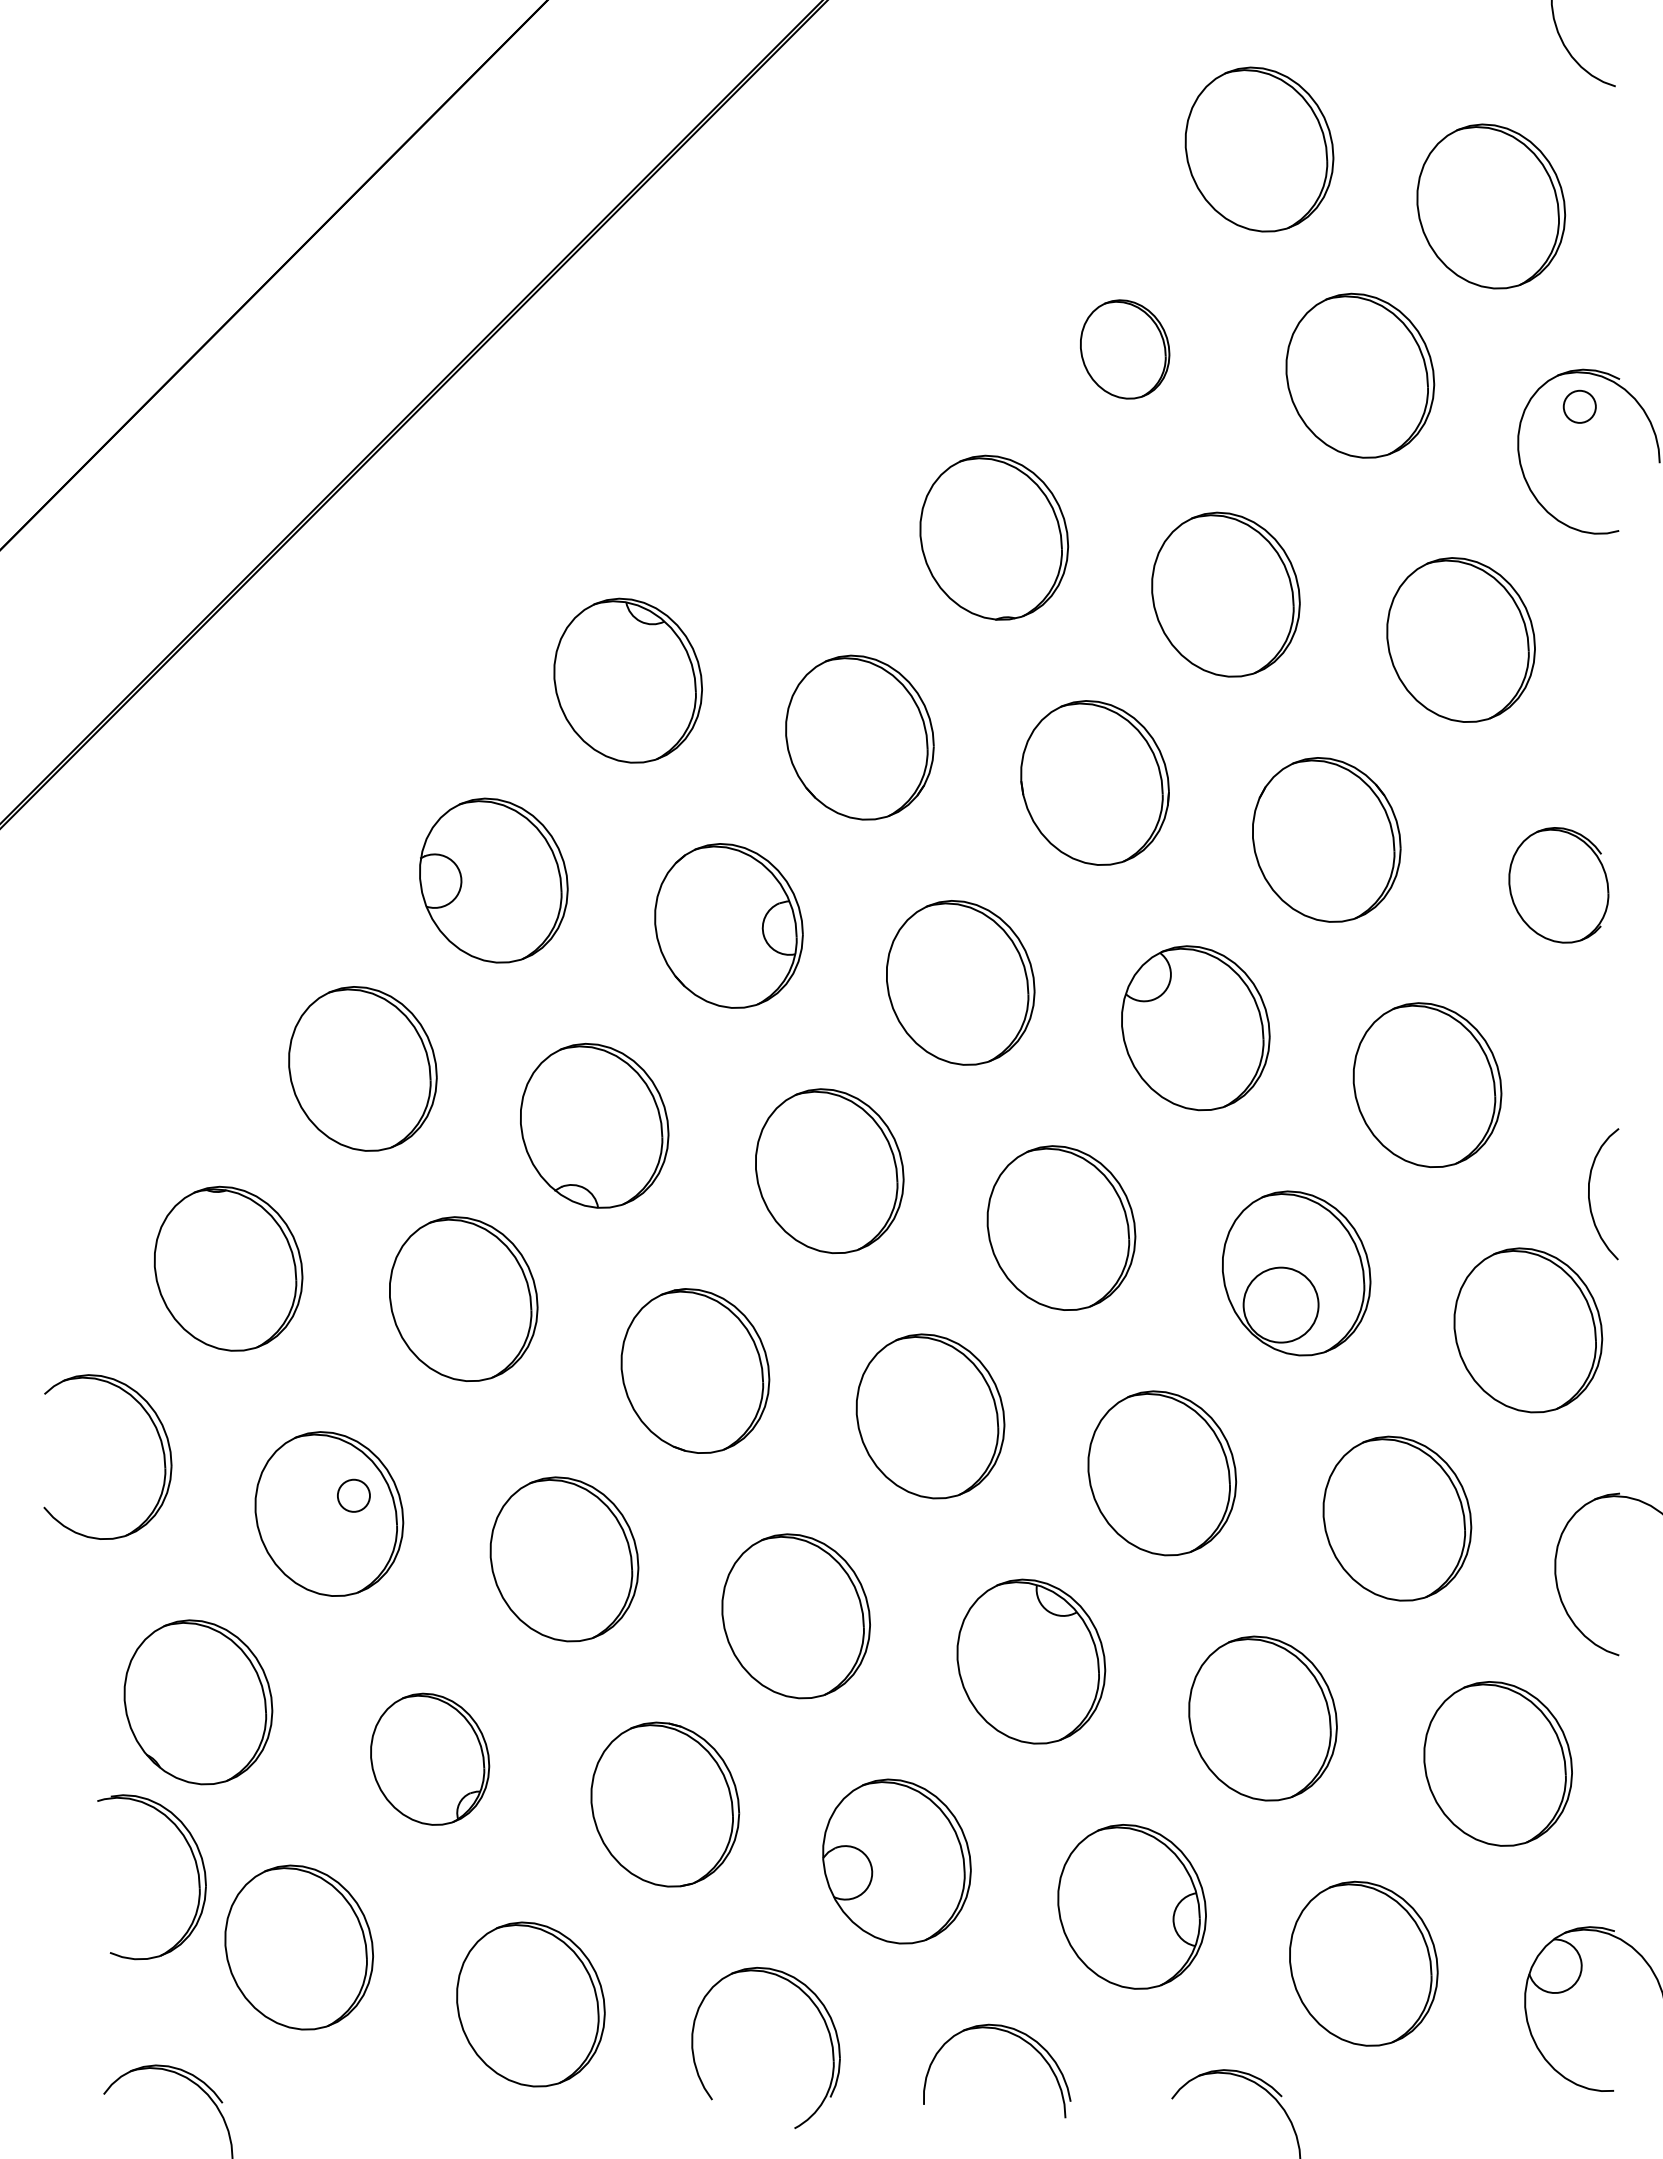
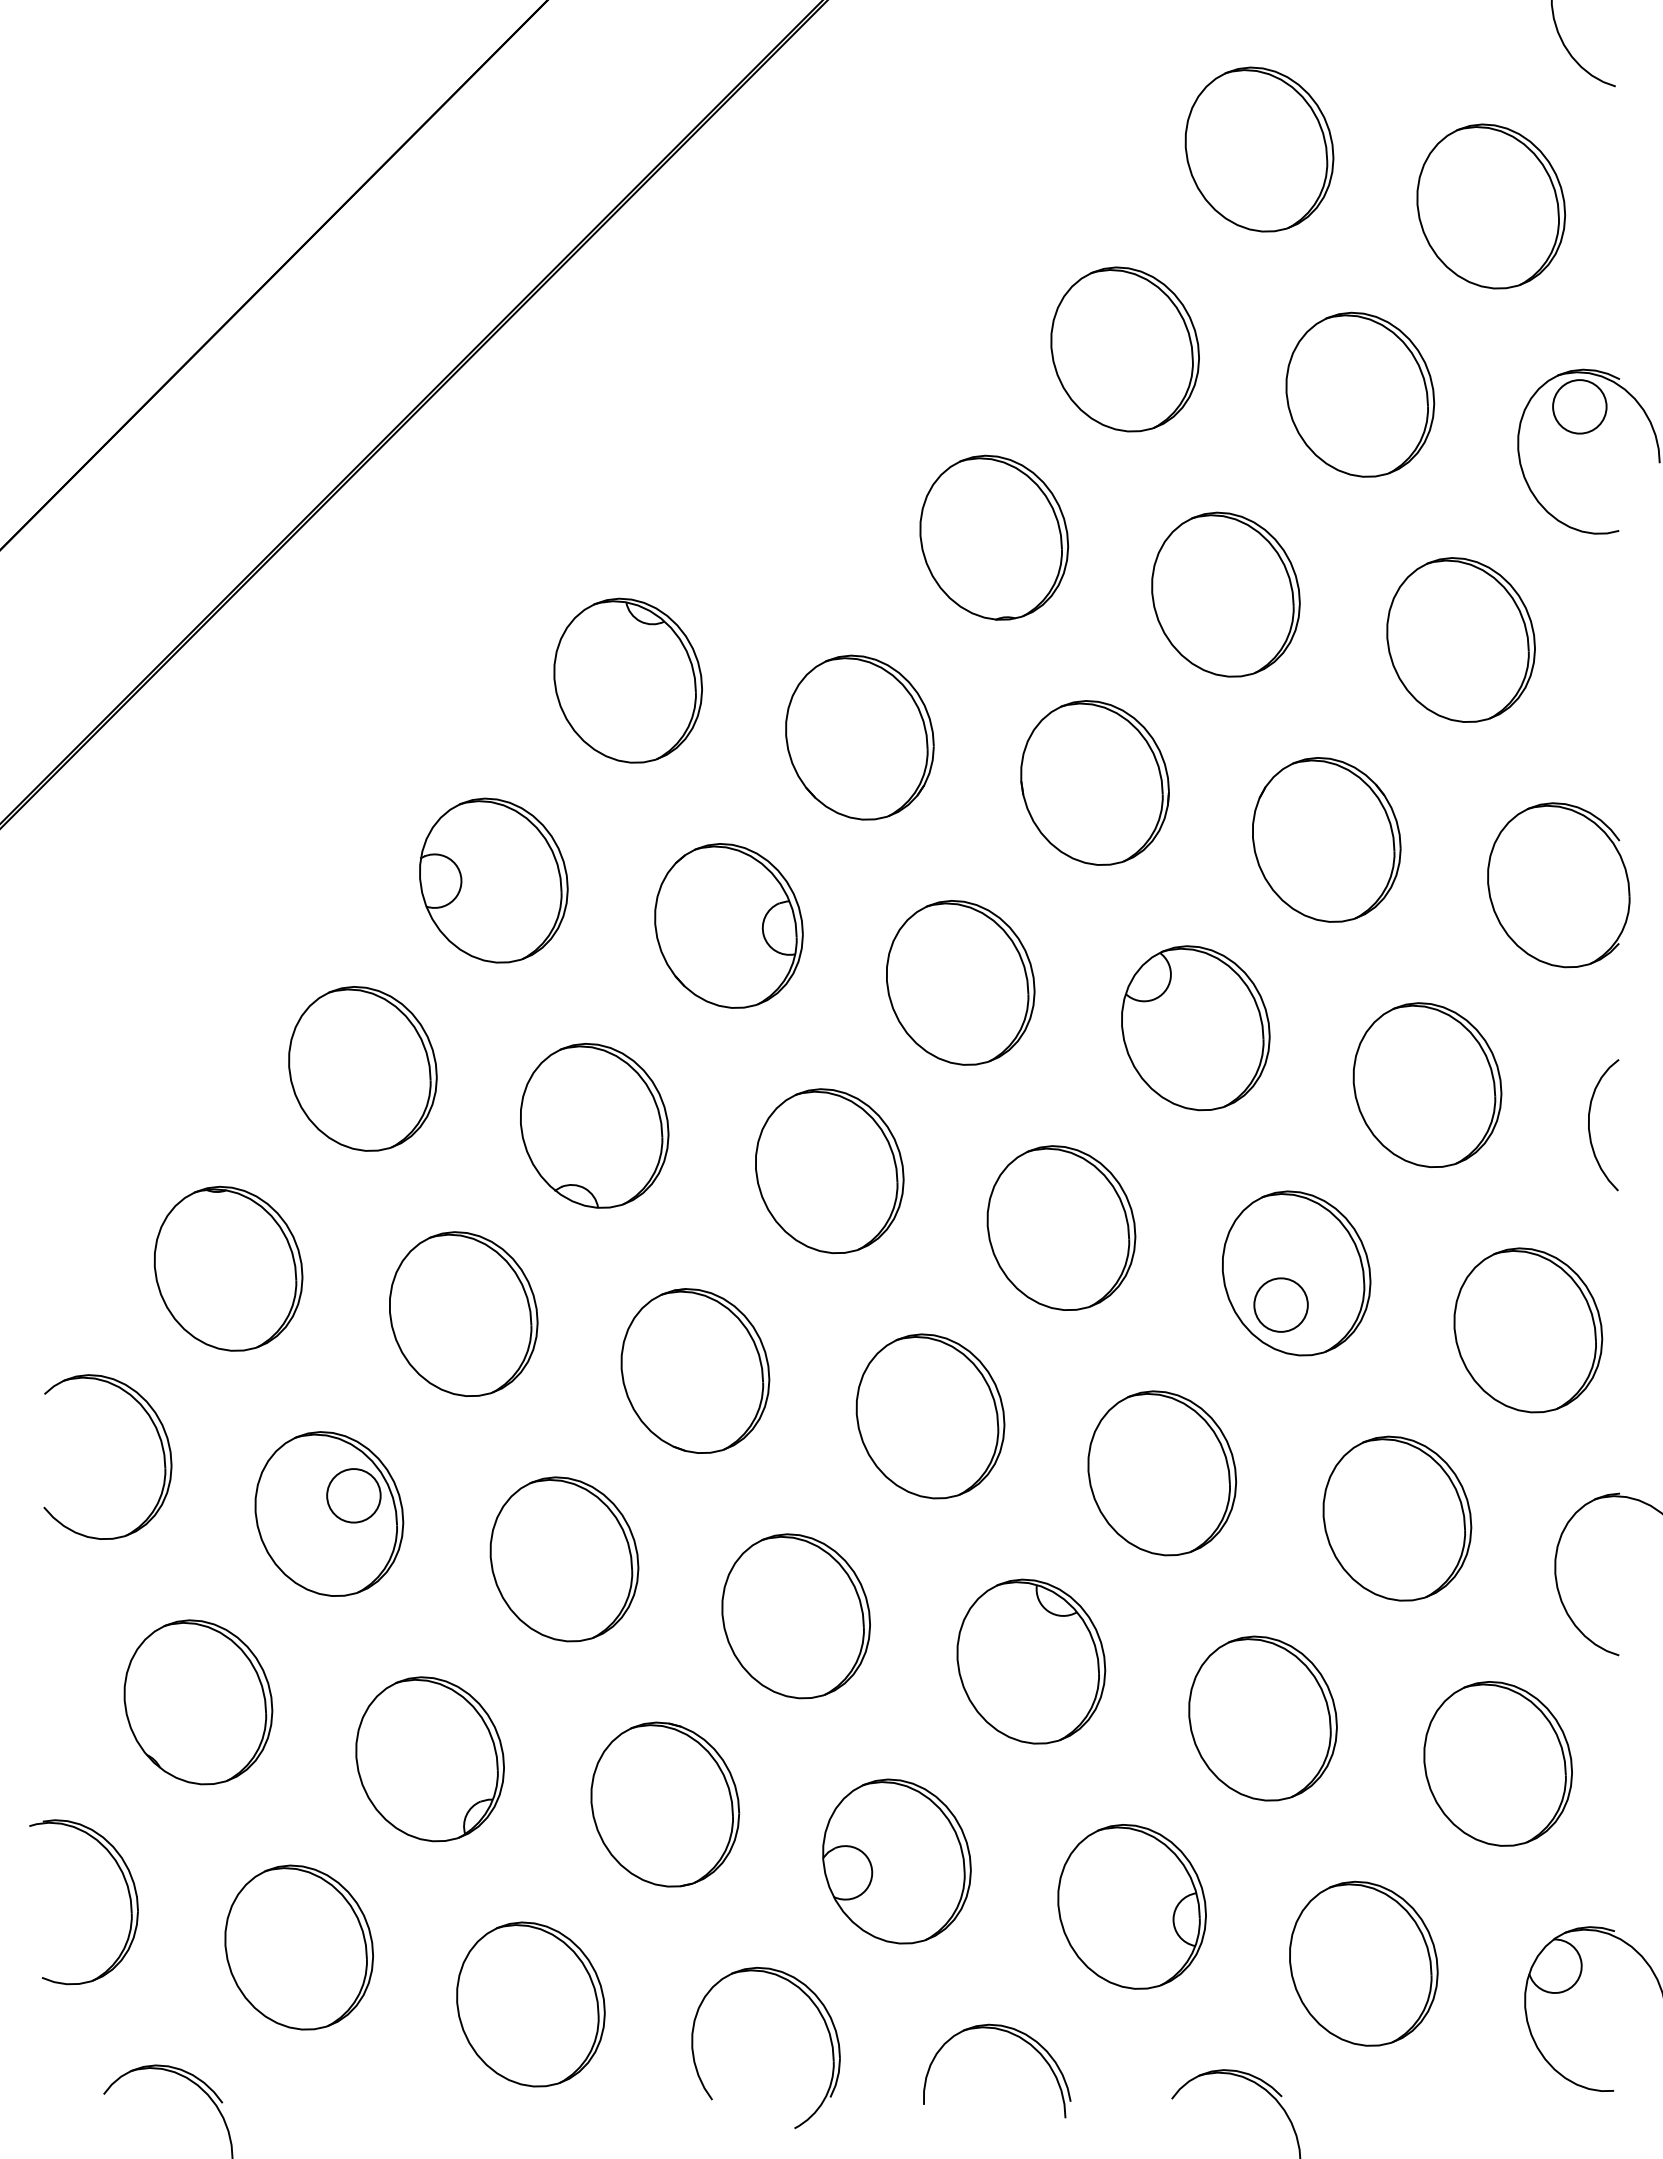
part at (1125, 349) size: 91x101 px -> 150x167 px
part at (1360, 375) position: (1360, 375) -> (1360, 394)
circle at (1579, 406) diameter: 32 px -> 54 px
part at (1558, 885) size: 102x117 px -> 144x167 px
curve at (1590, 1199) position: (1590, 1199) -> (1590, 1130)
part at (463, 1298) position: (463, 1298) -> (463, 1313)
circle at (1280, 1304) diameter: 75 px -> 54 px
circle at (353, 1495) diameter: 32 px -> 54 px
part at (430, 1758) size: 121x134 px -> 150x167 px
part at (196, 1870) position: (196, 1870) -> (128, 1895)
